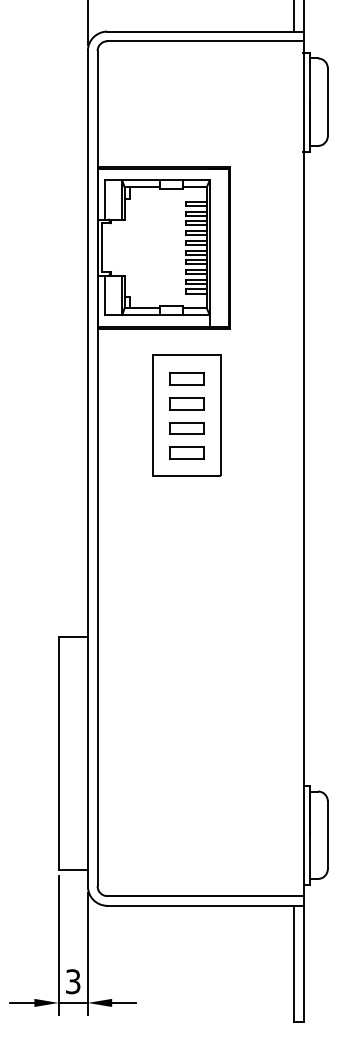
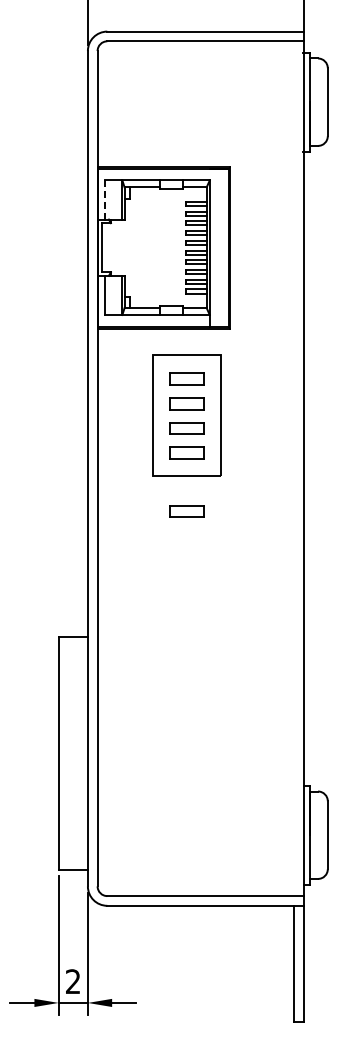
line at (293, 16): present -> none
line at (104, 200): solid -> dashed
part at (186, 511): none -> present
text at (73, 981): 3 -> 2
